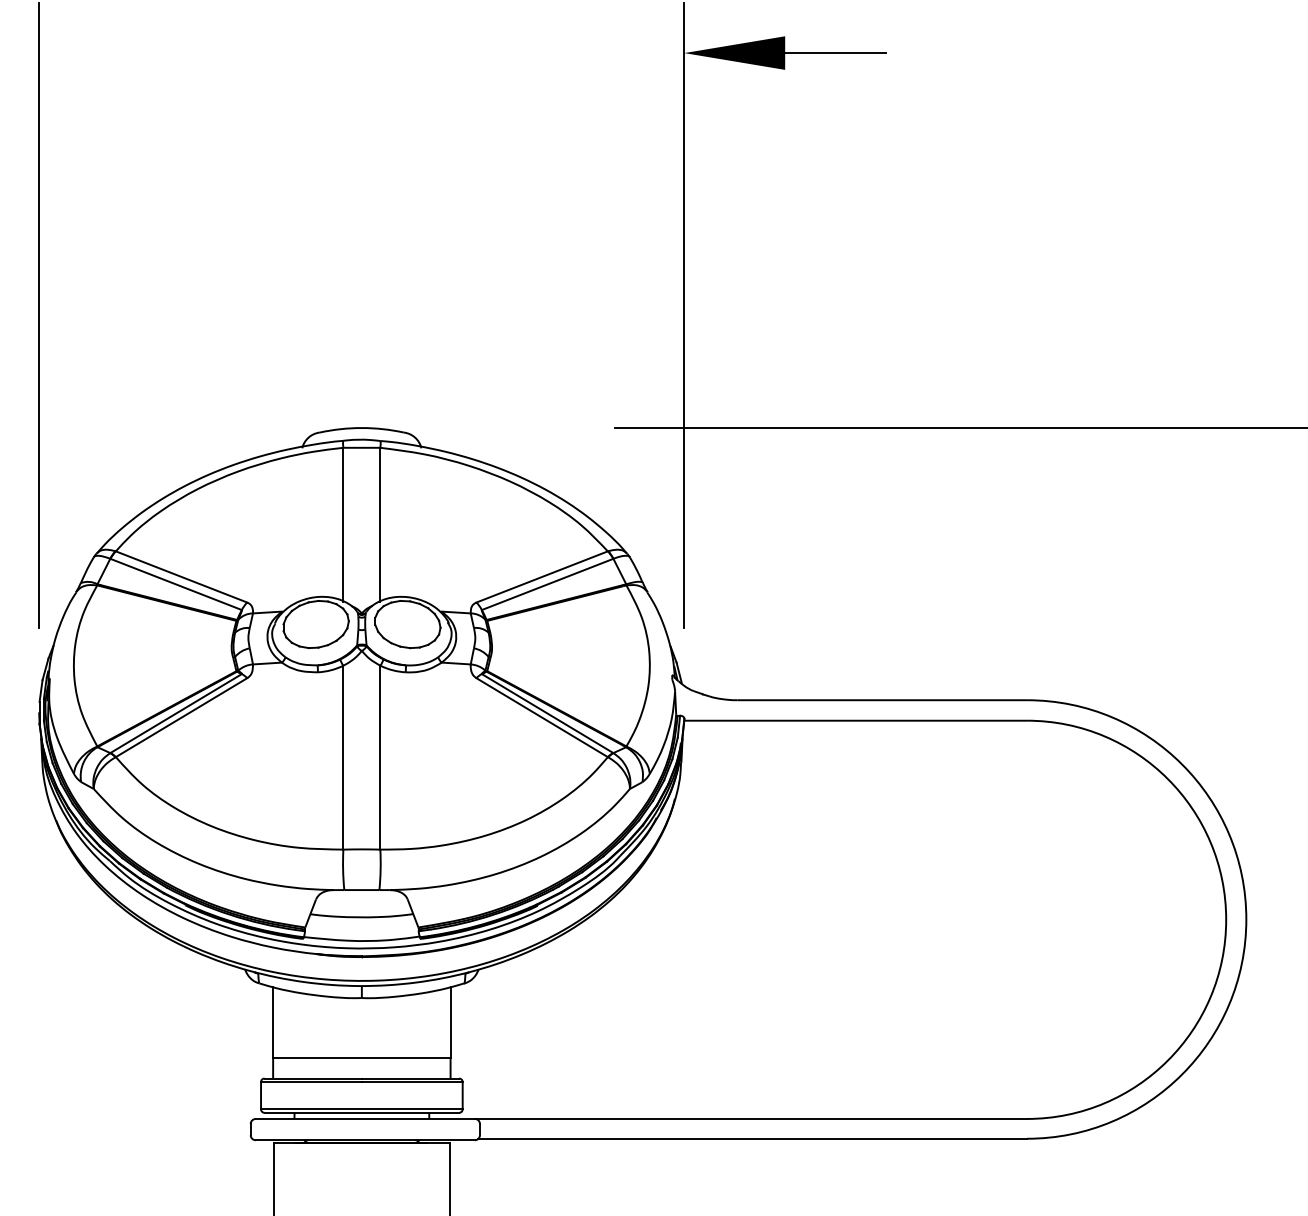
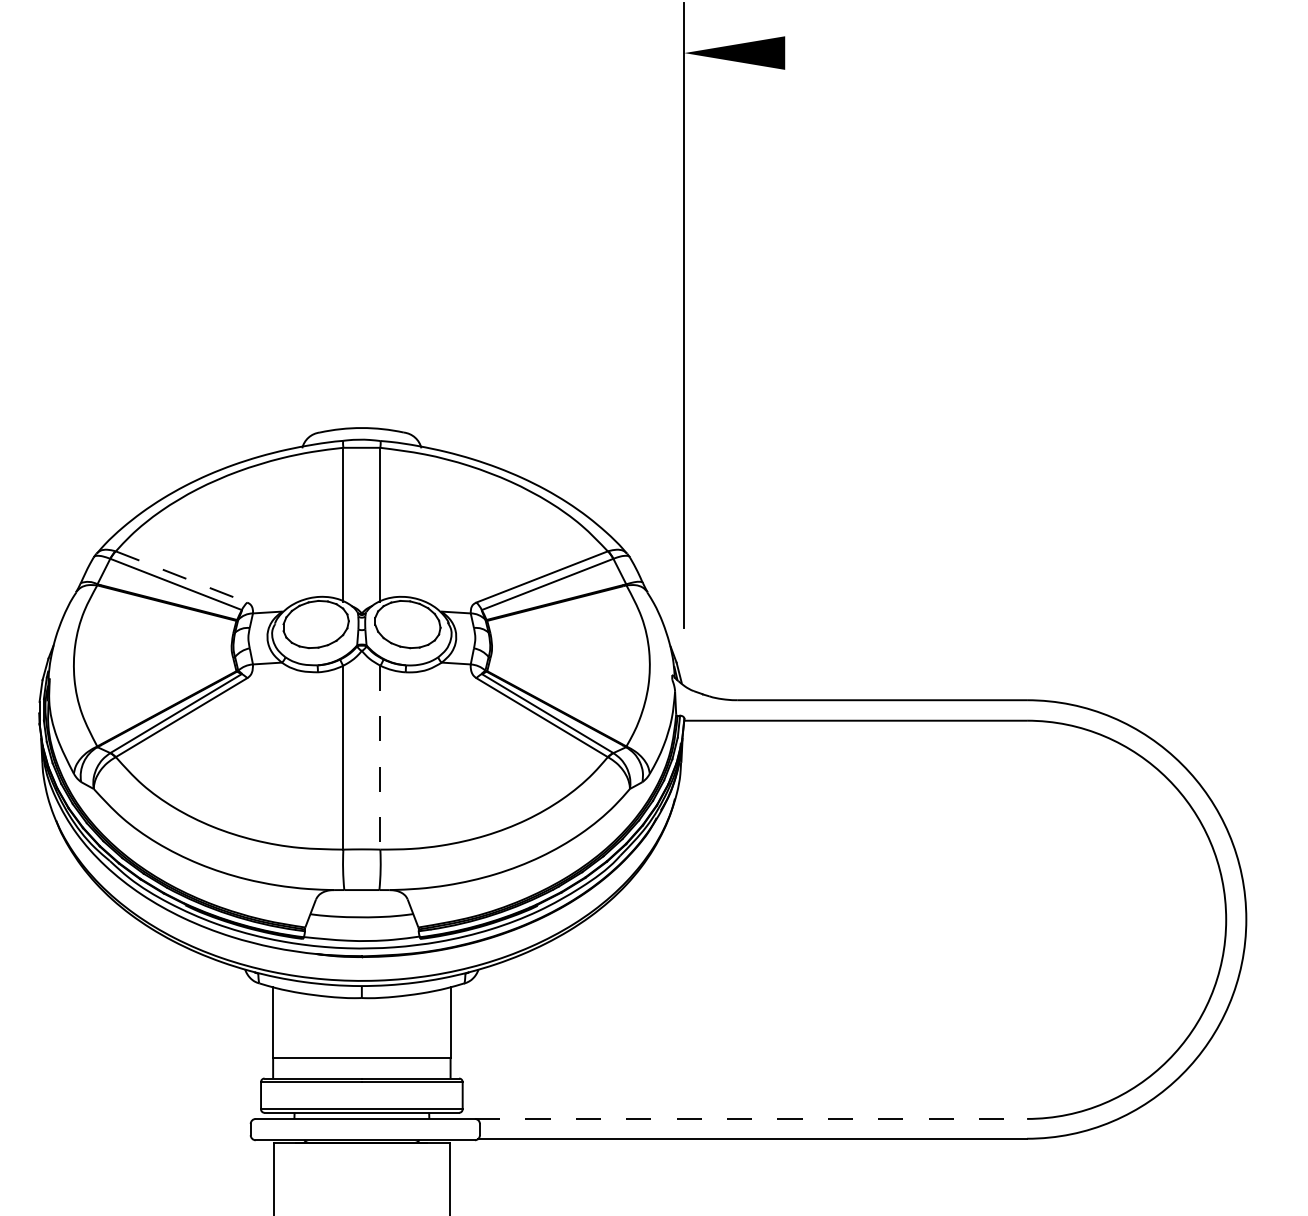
line at (835, 53): present -> none
line at (39, 314): present -> none
line at (959, 428): present -> none
line at (182, 577): solid -> dashed
line at (380, 757): solid -> dashed
line at (751, 1118): solid -> dashed
